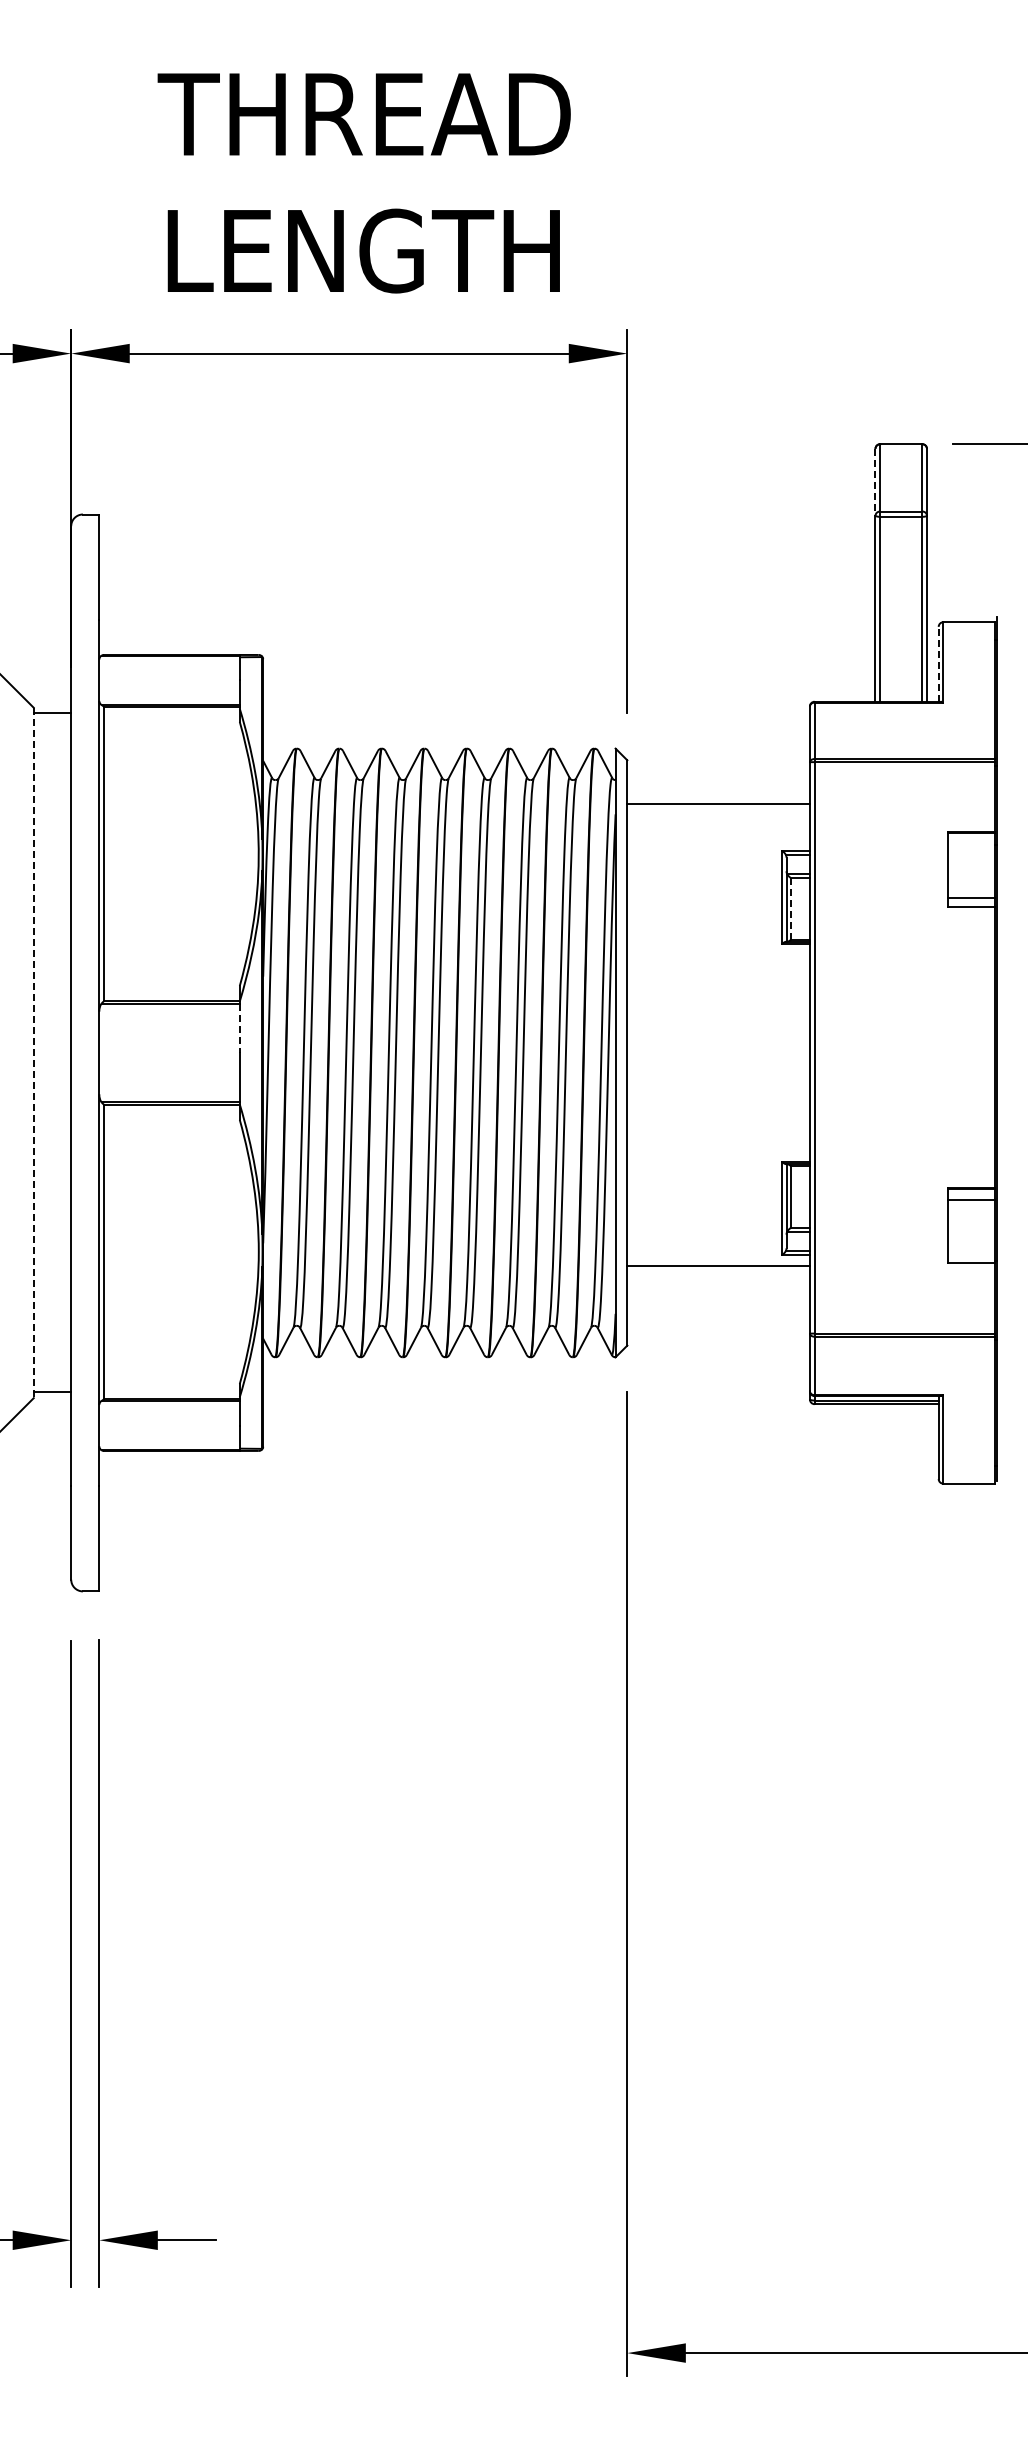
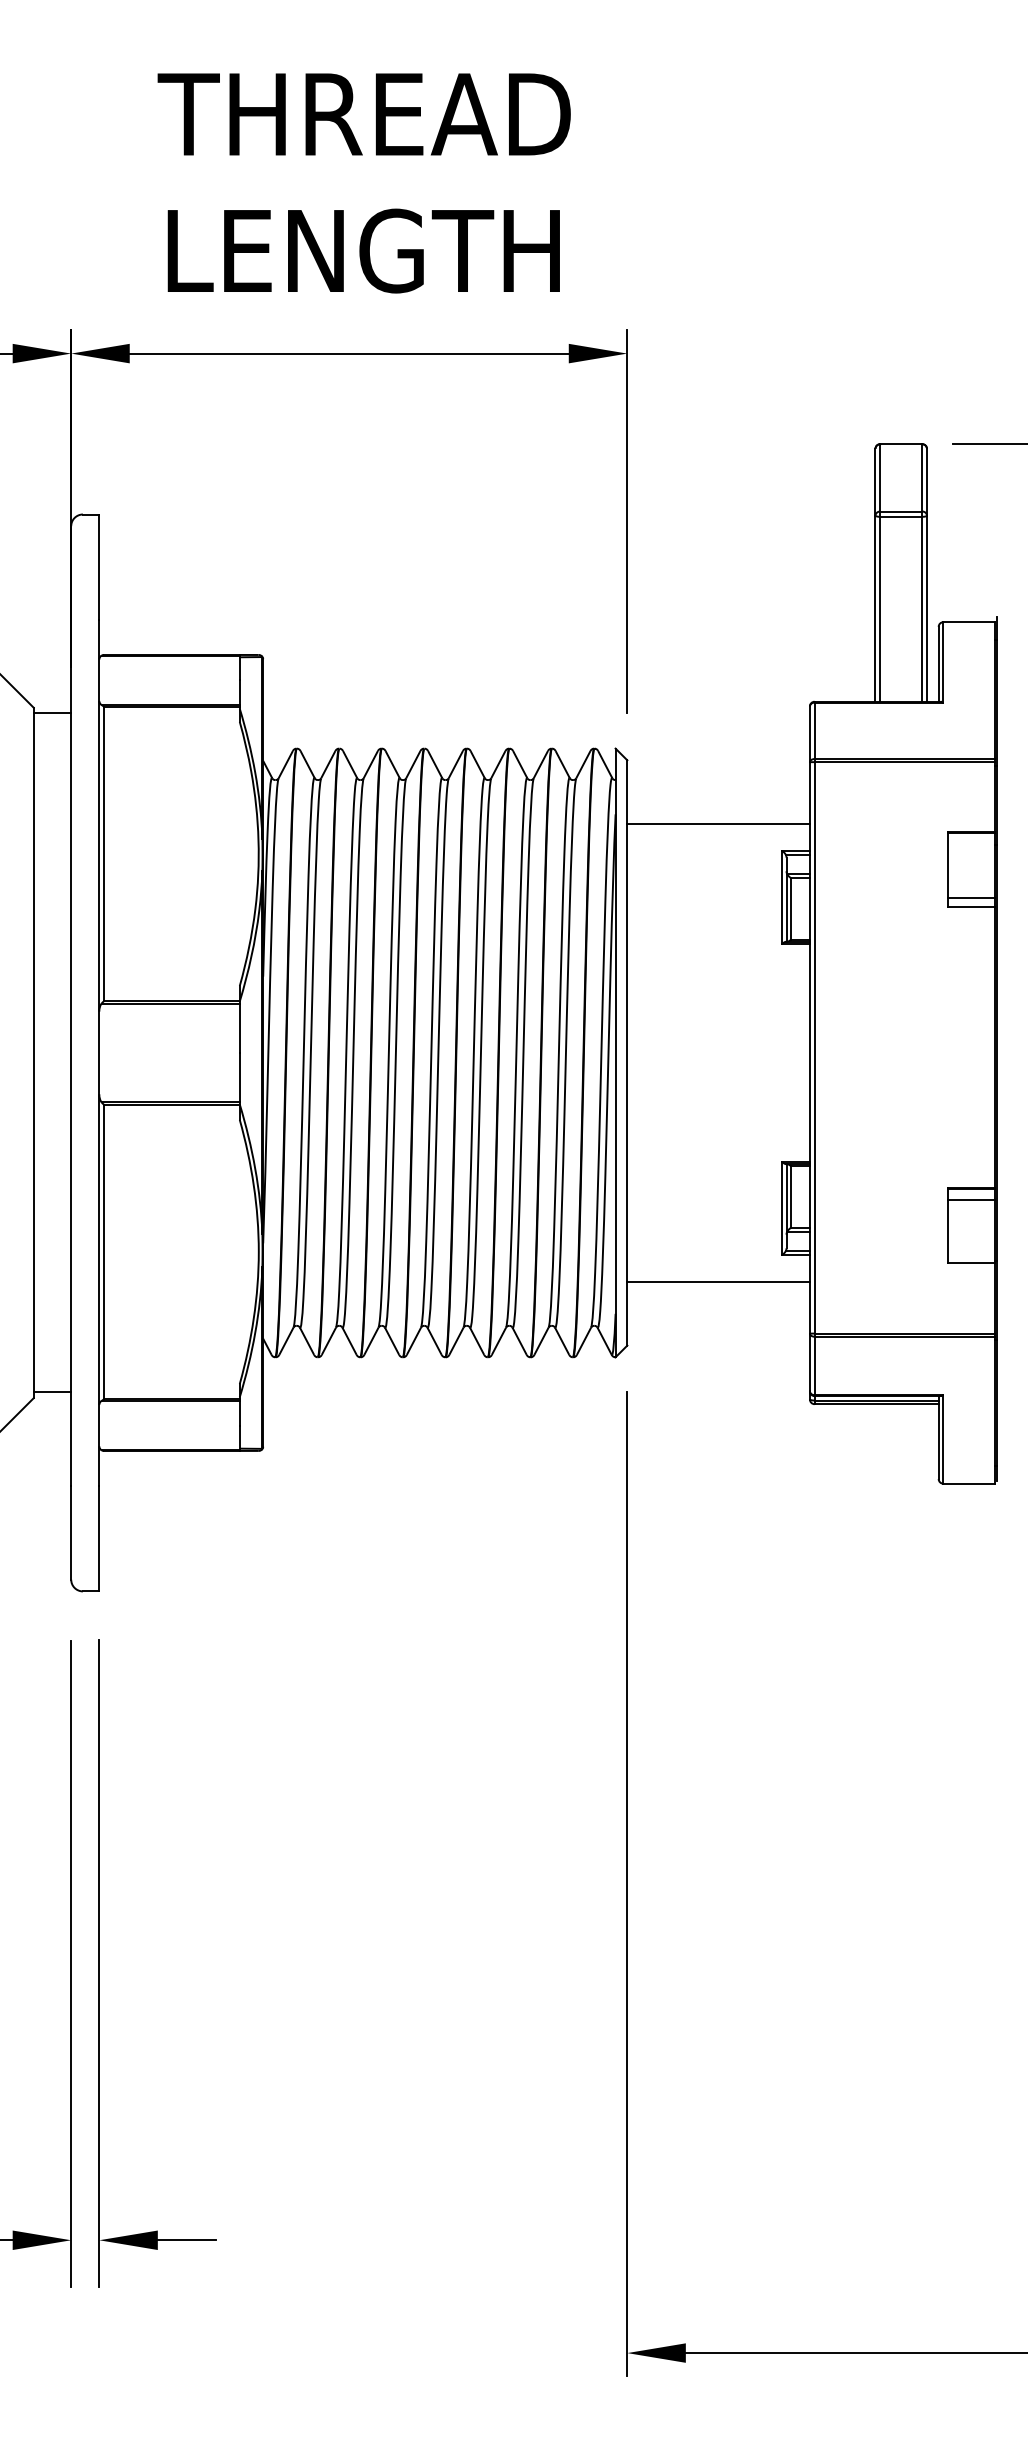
line at (875, 482): dashed -> solid
line at (938, 663): dashed -> solid
line at (718, 803) position: (718, 803) -> (718, 823)
line at (791, 908): dashed -> solid
line at (239, 1028): dashed -> solid
line at (33, 1053): dashed -> solid
line at (718, 1266) position: (718, 1266) -> (718, 1282)
